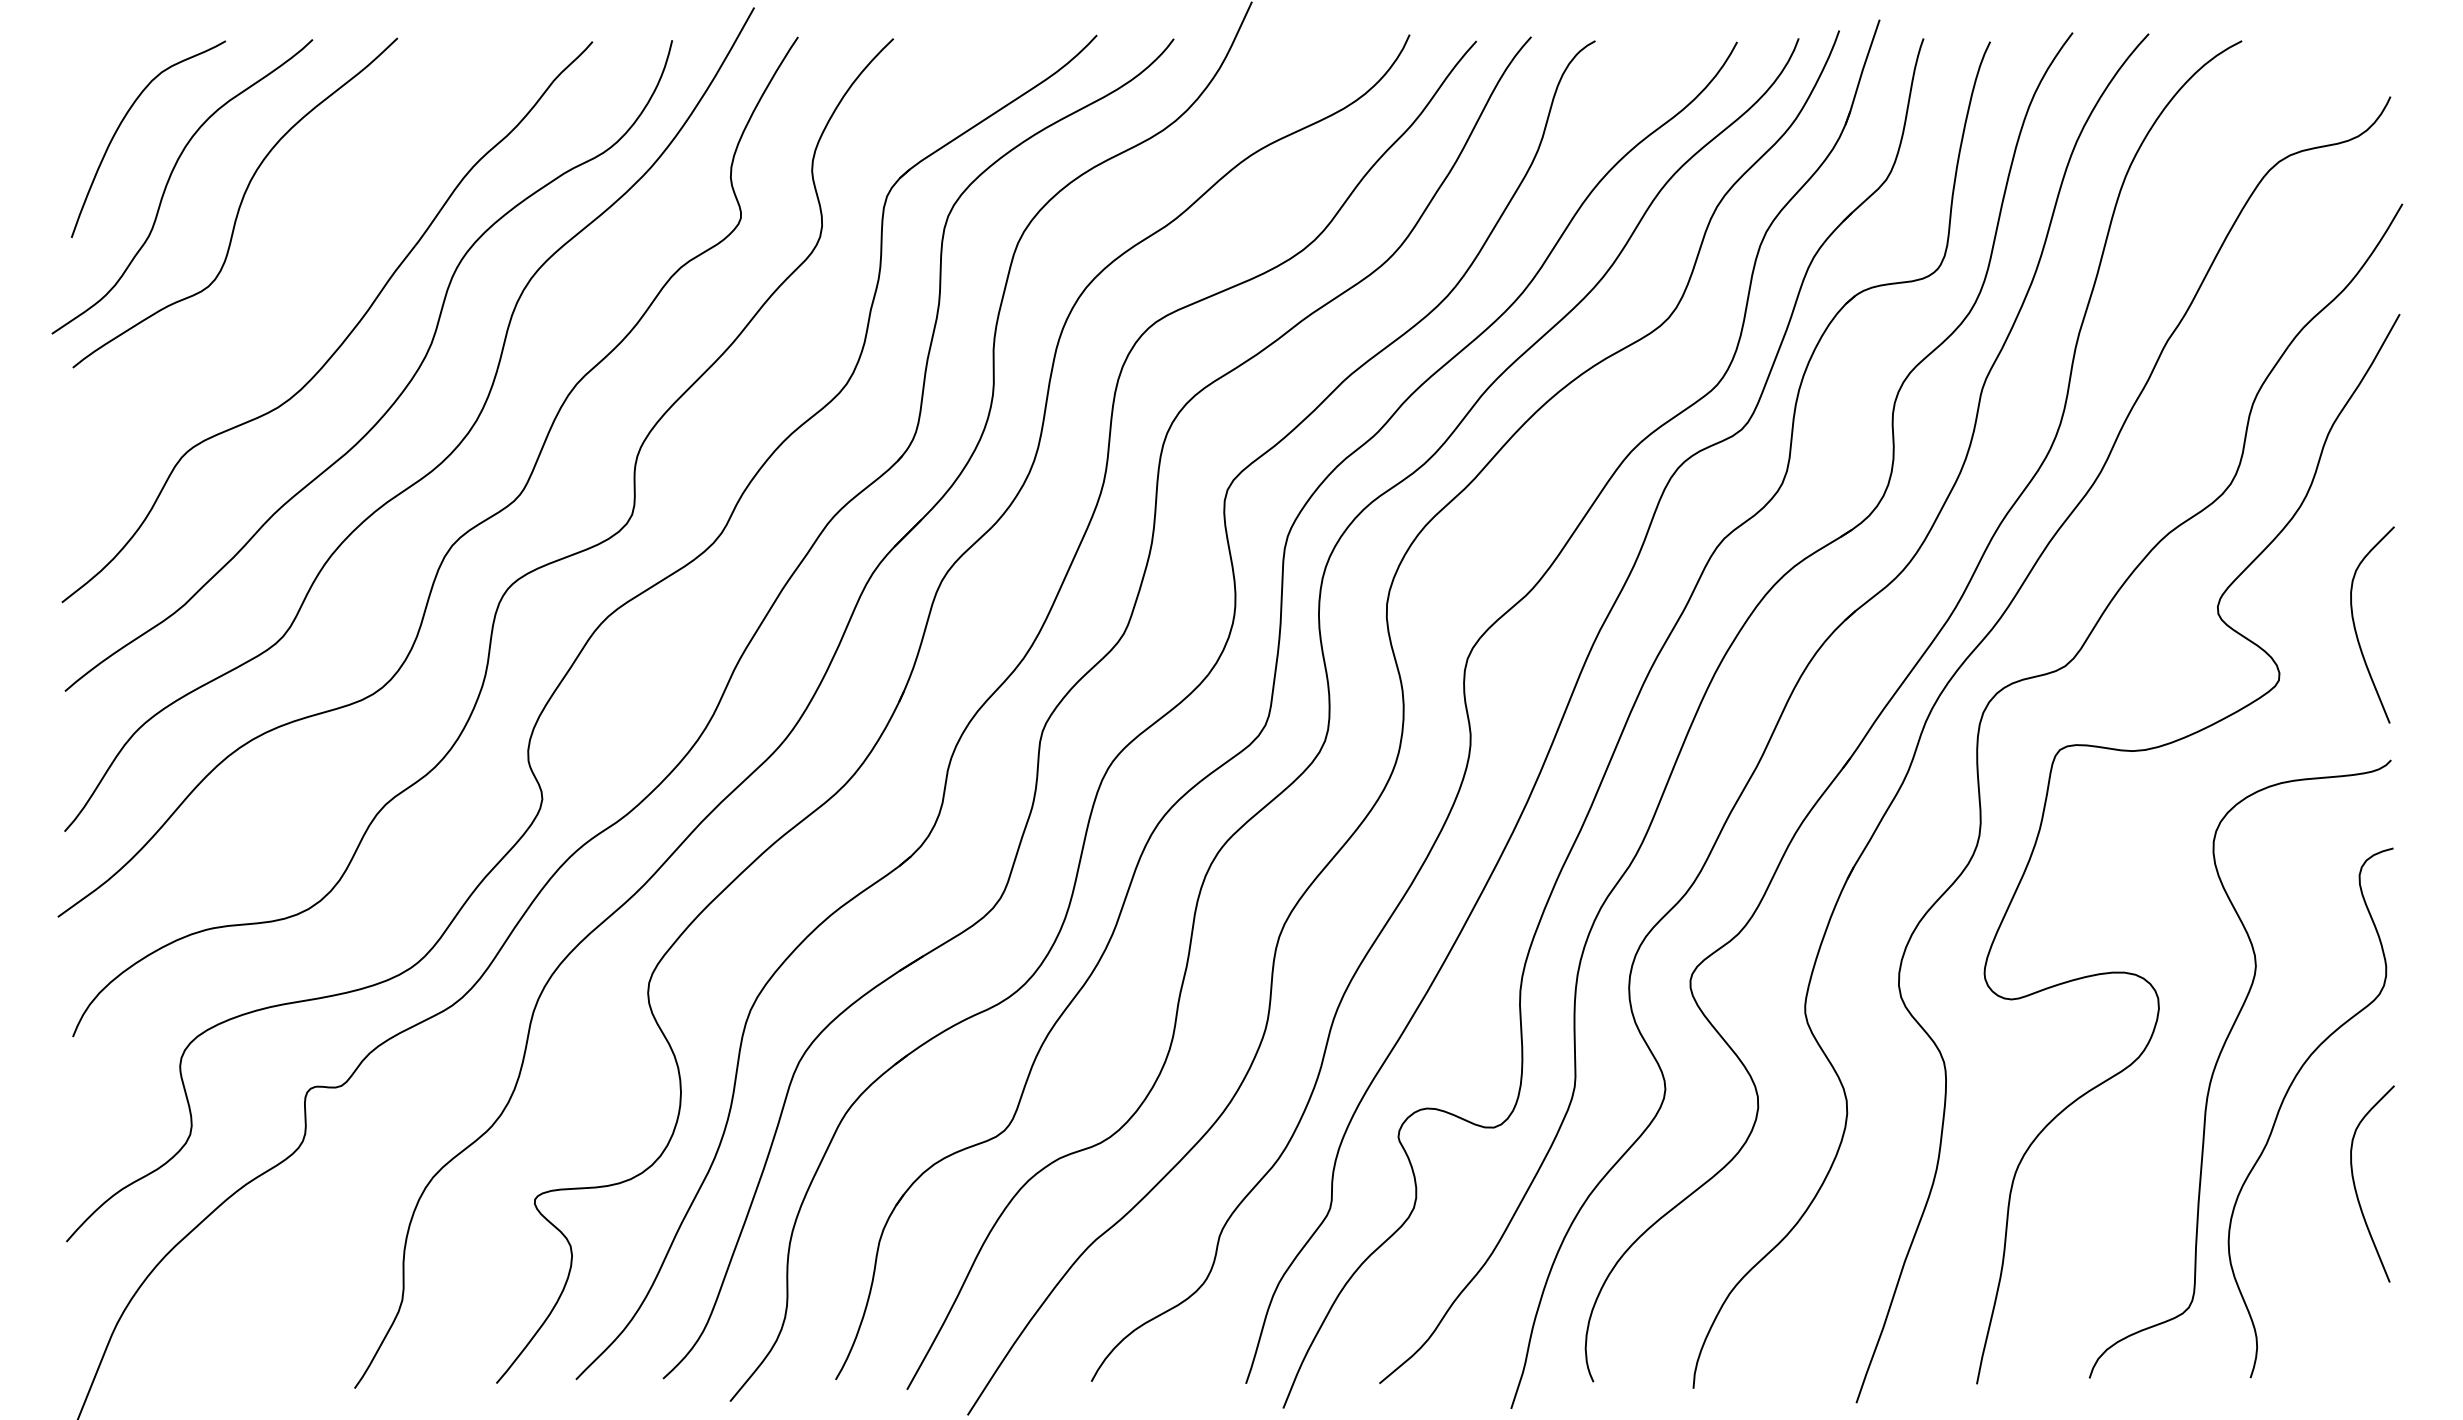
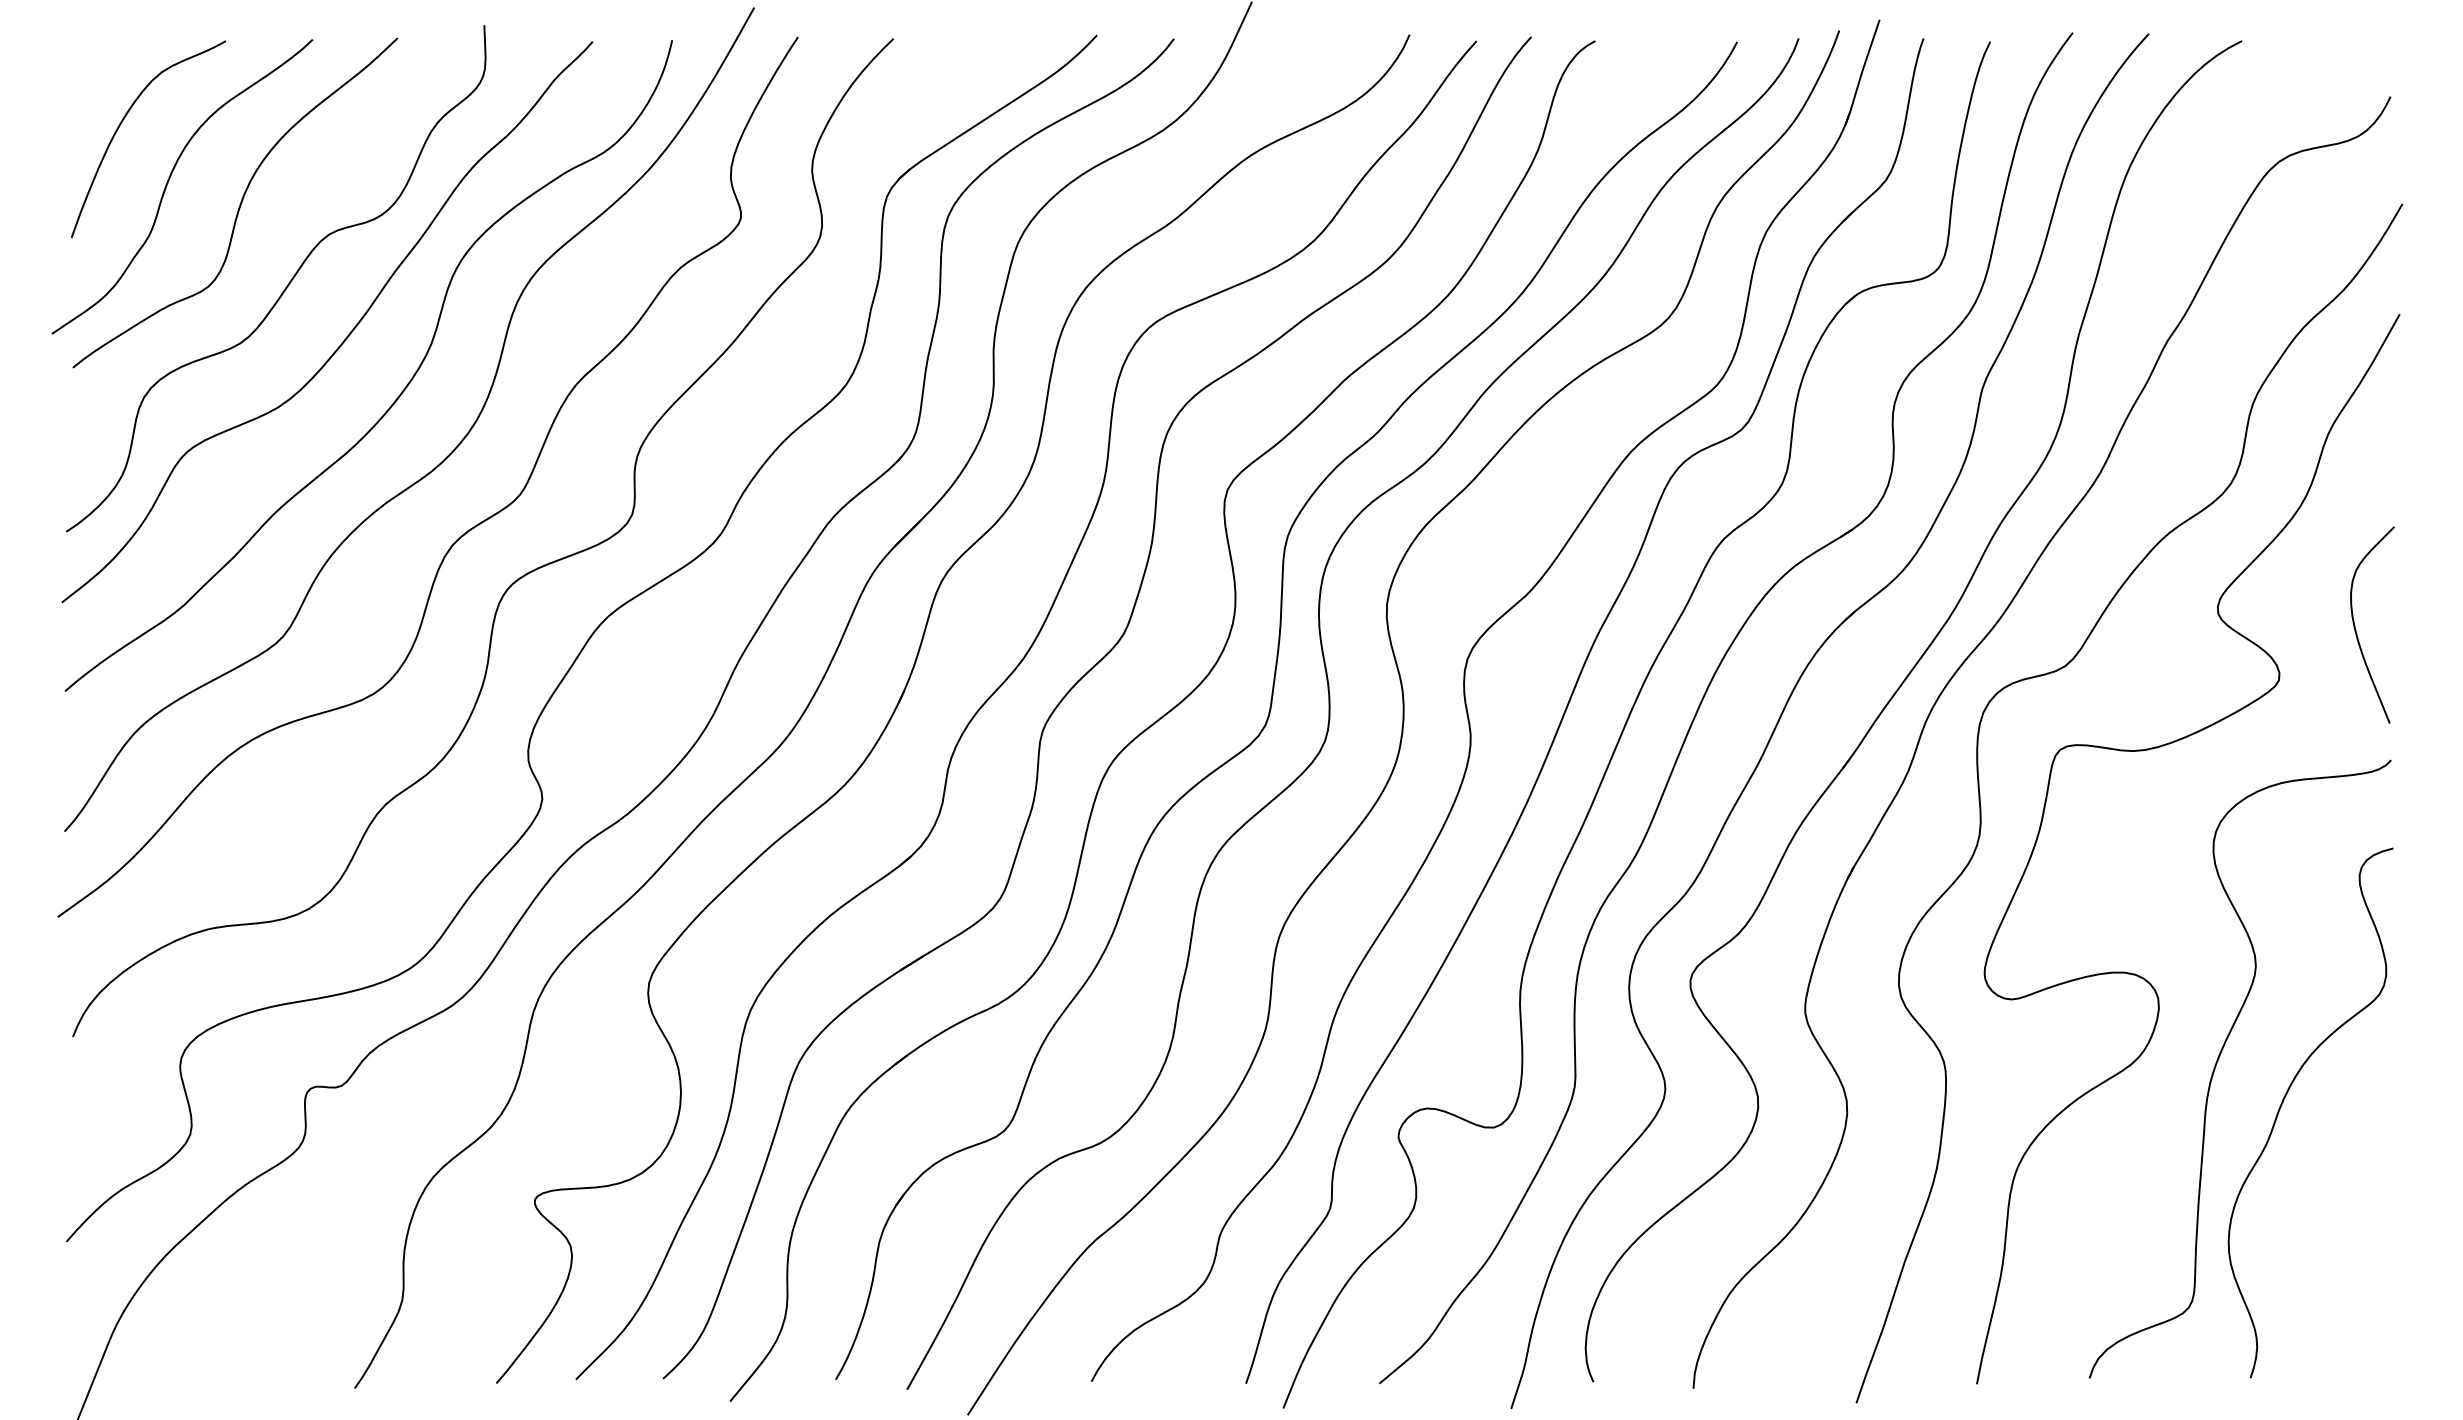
curve at (287, 284): none -> present
curve at (2356, 1188): present -> none
